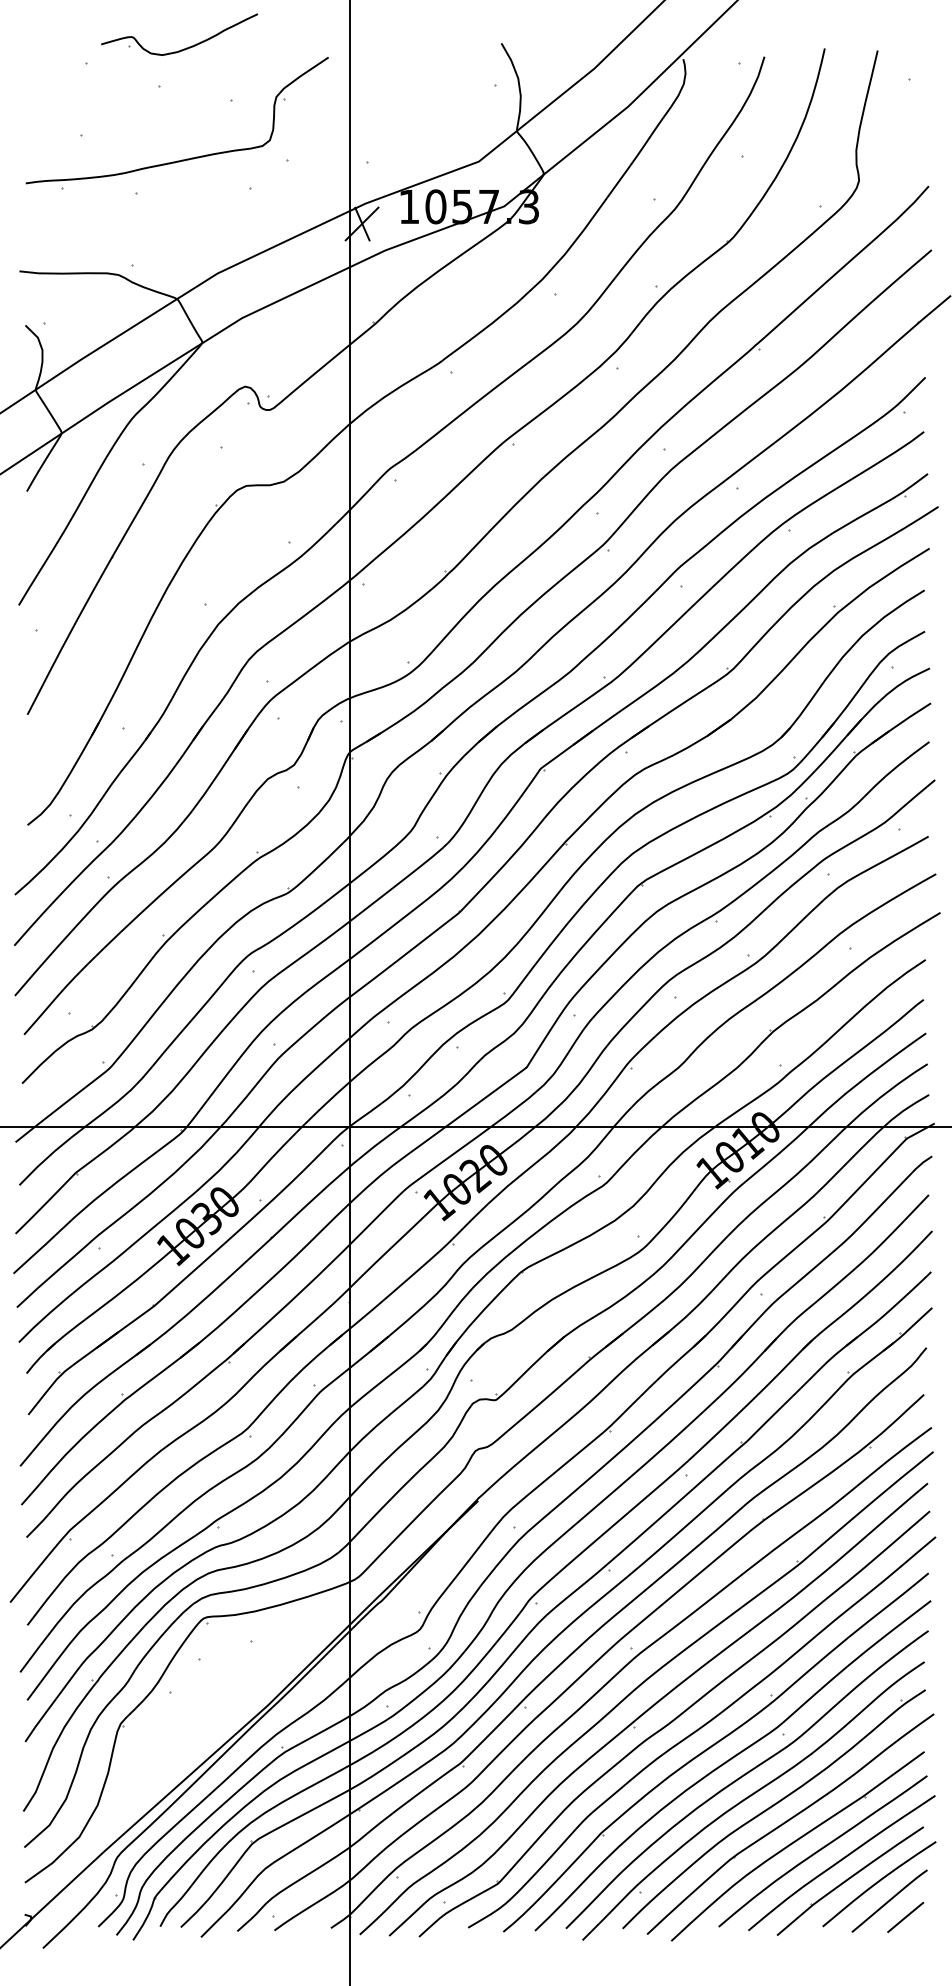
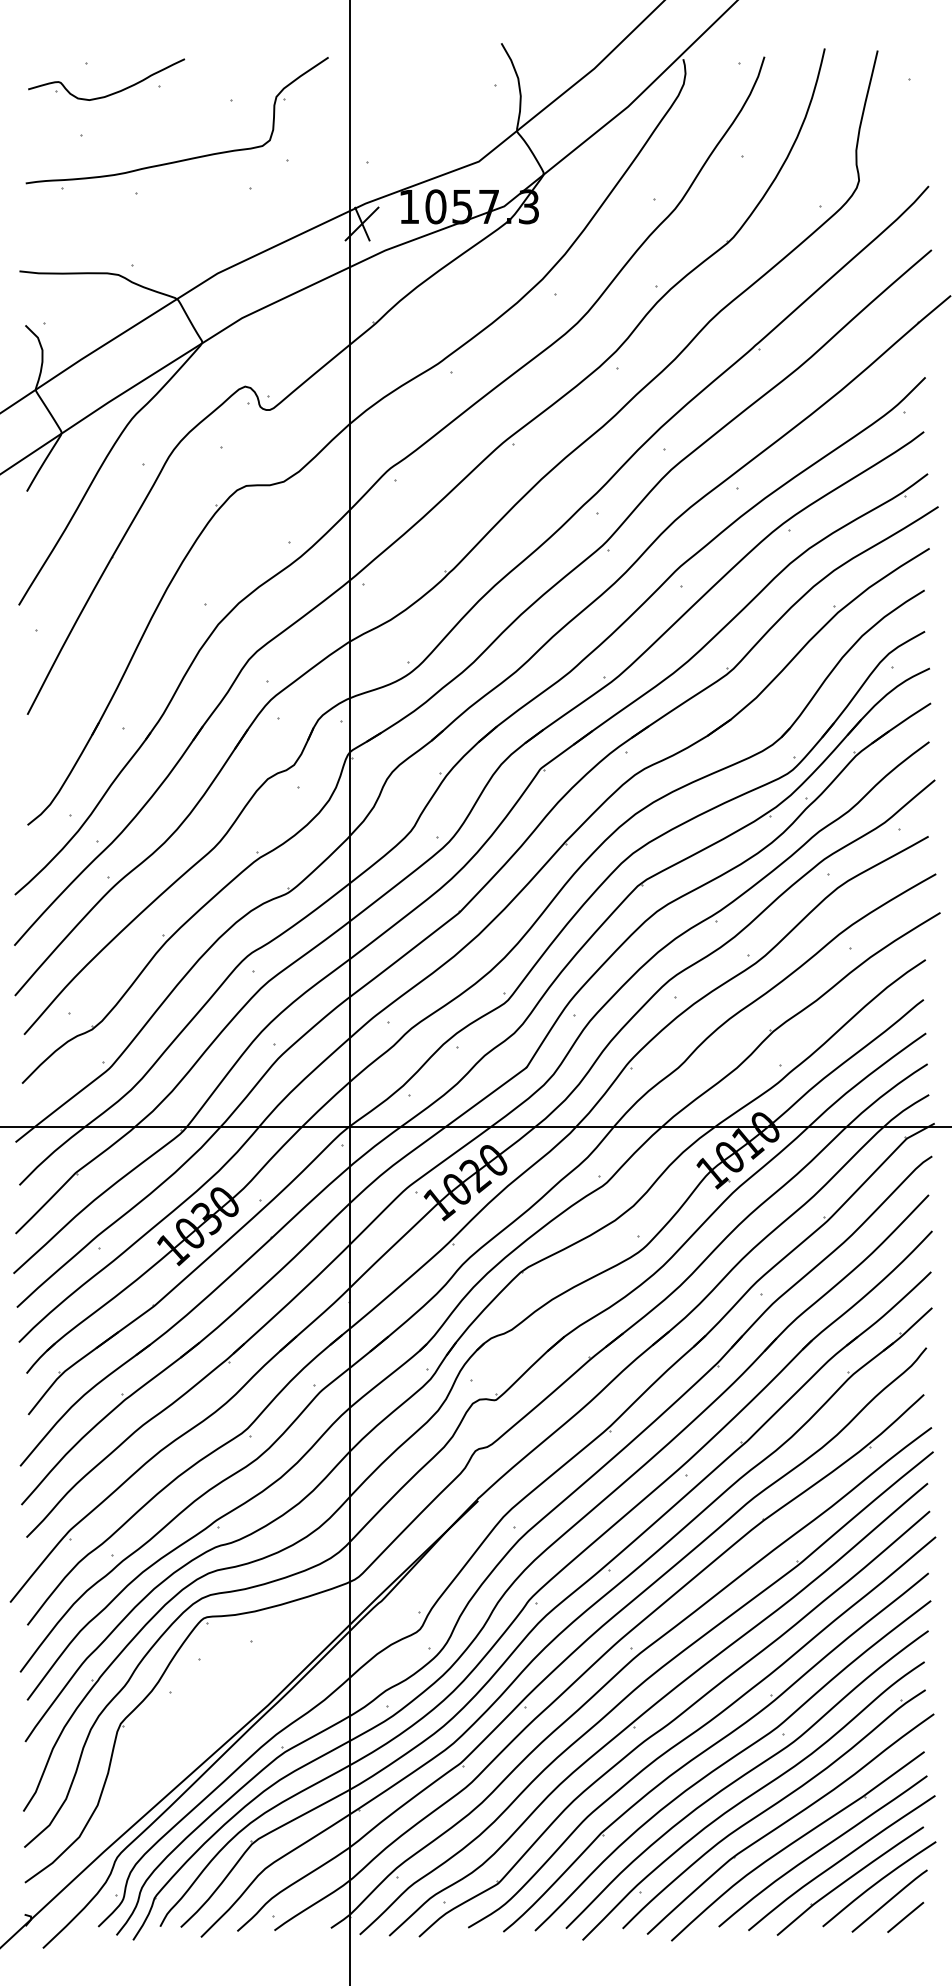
part at (183, 48) position: (183, 48) -> (110, 93)
